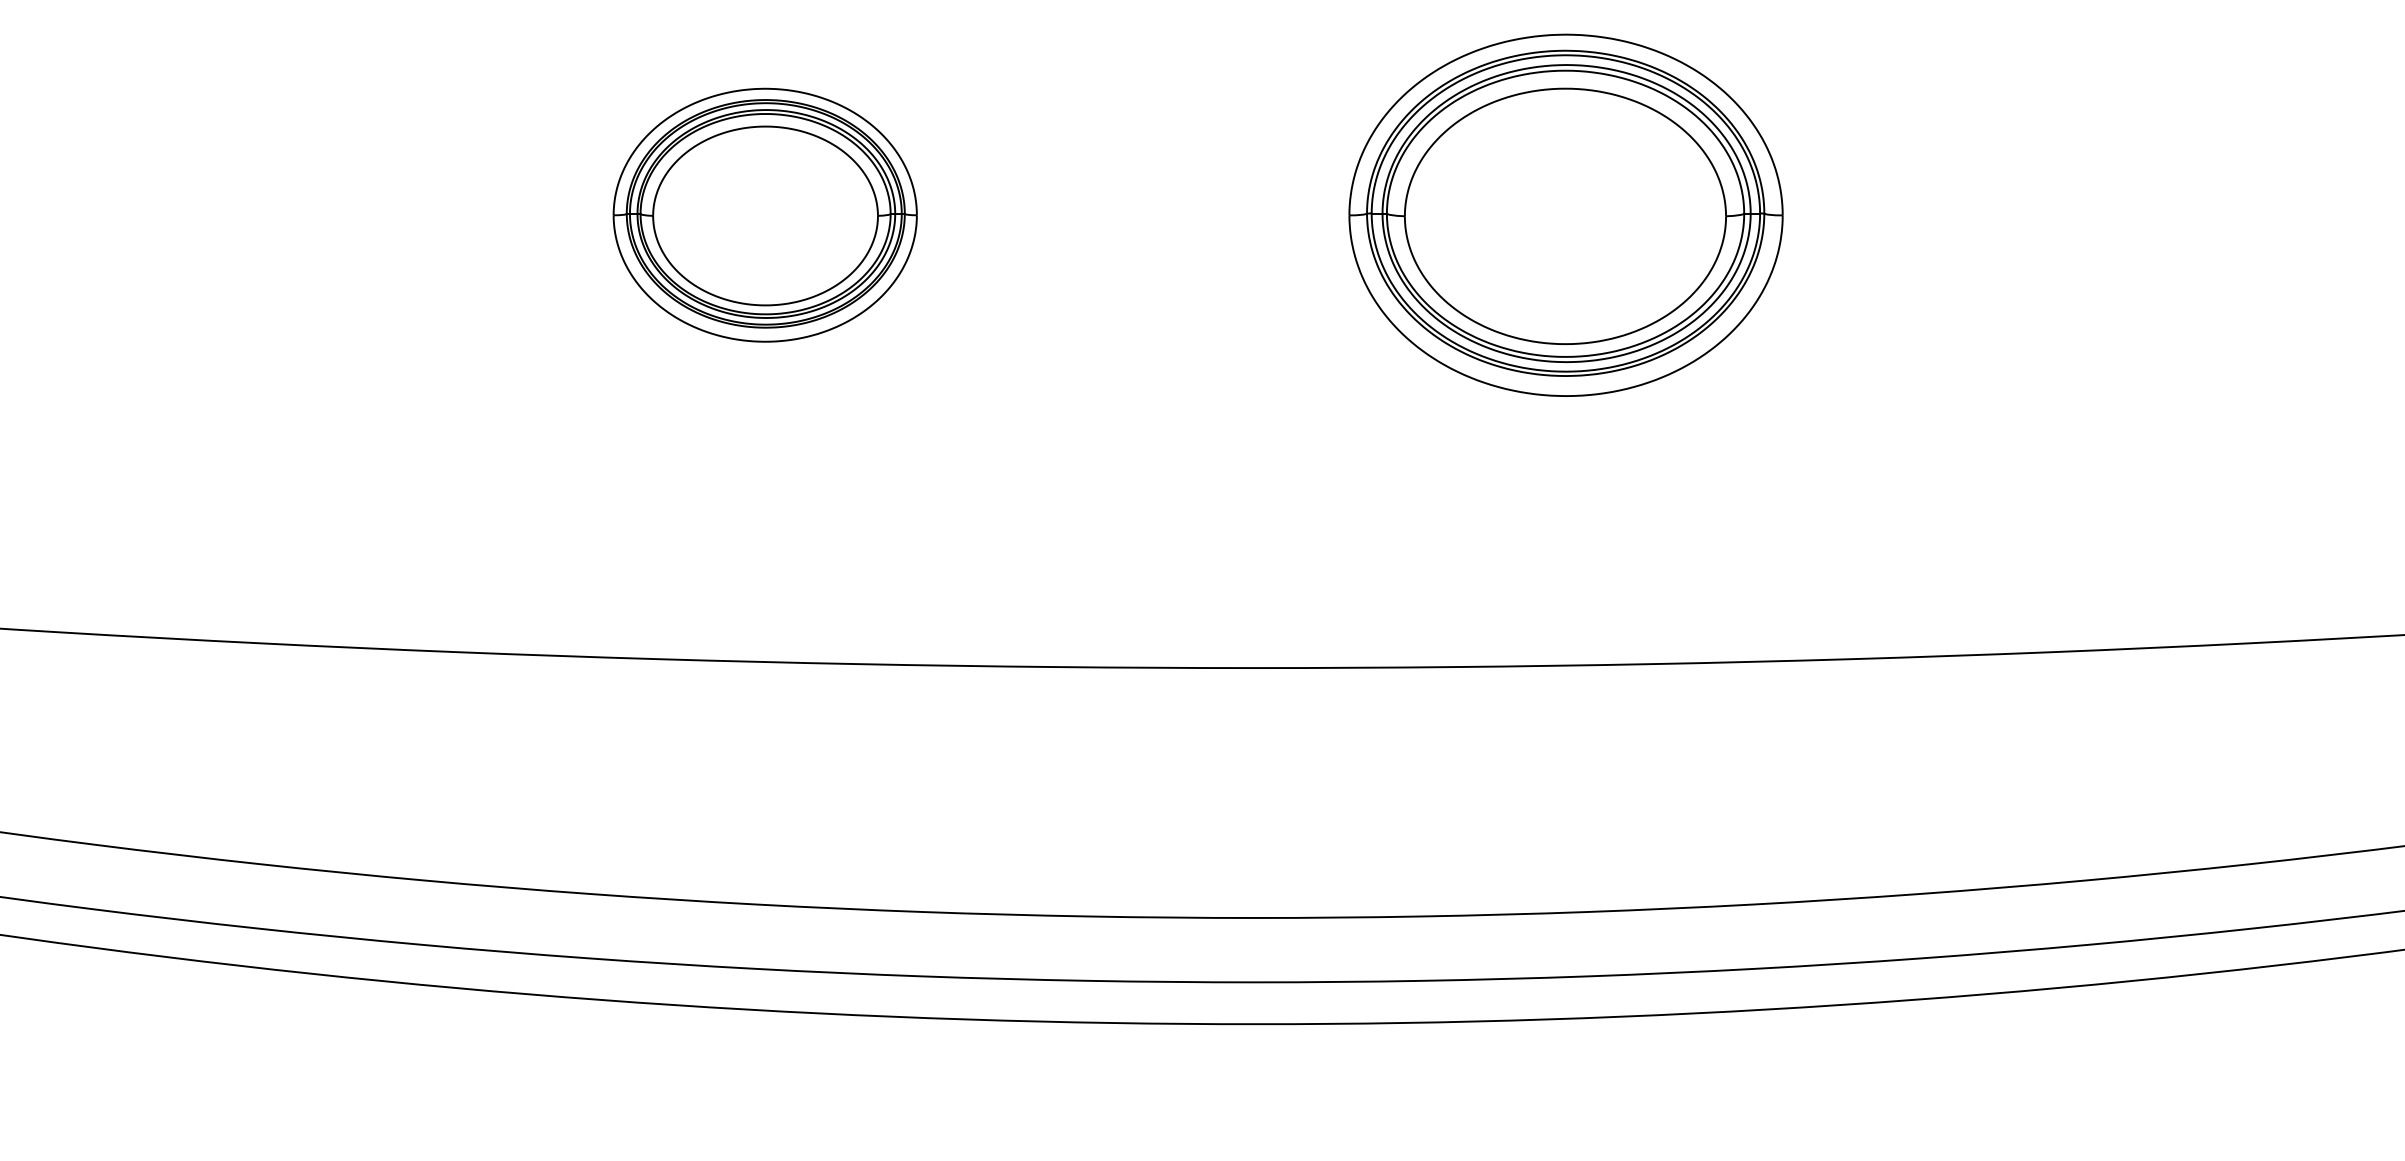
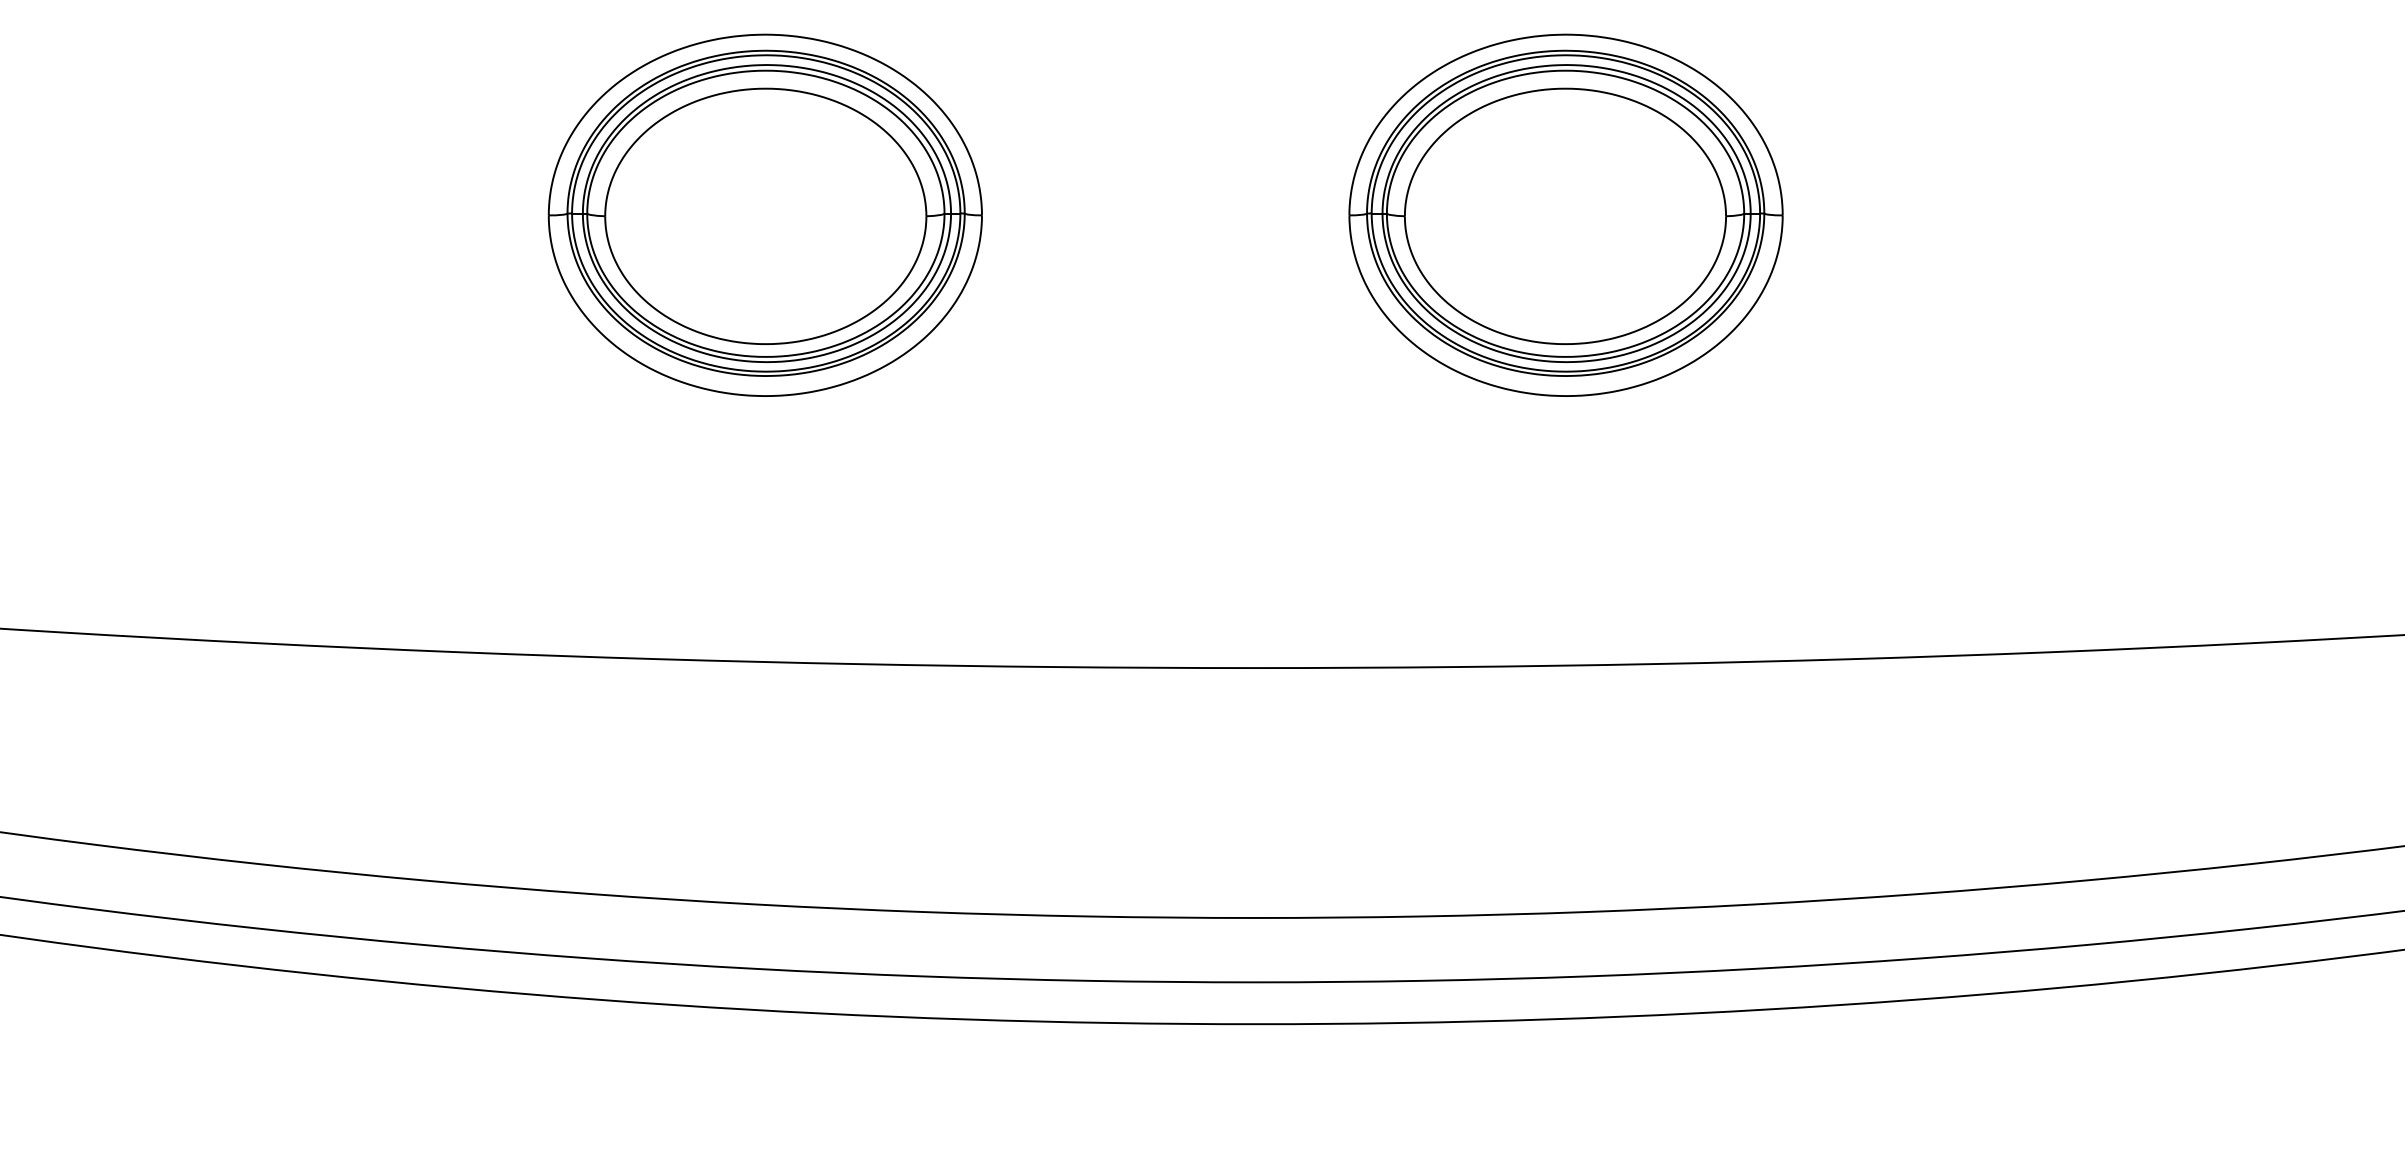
part at (764, 214) size: 306x256 px -> 436x364 px
